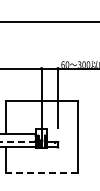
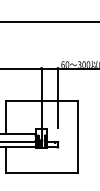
line at (17, 142): dashed -> solid
line at (41, 173): dashed -> solid
